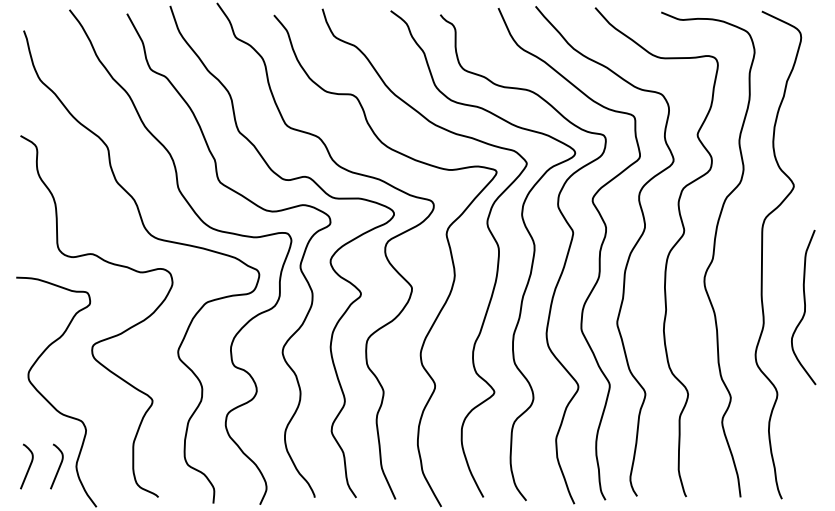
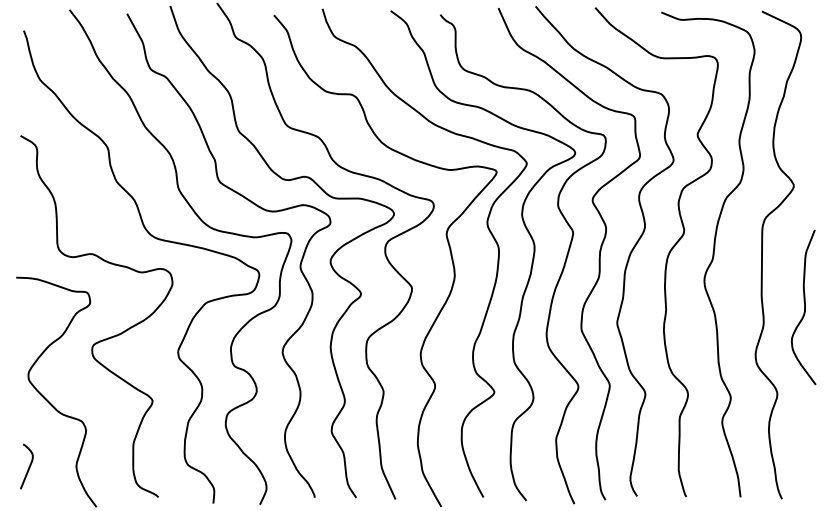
curve at (58, 467): present -> none
